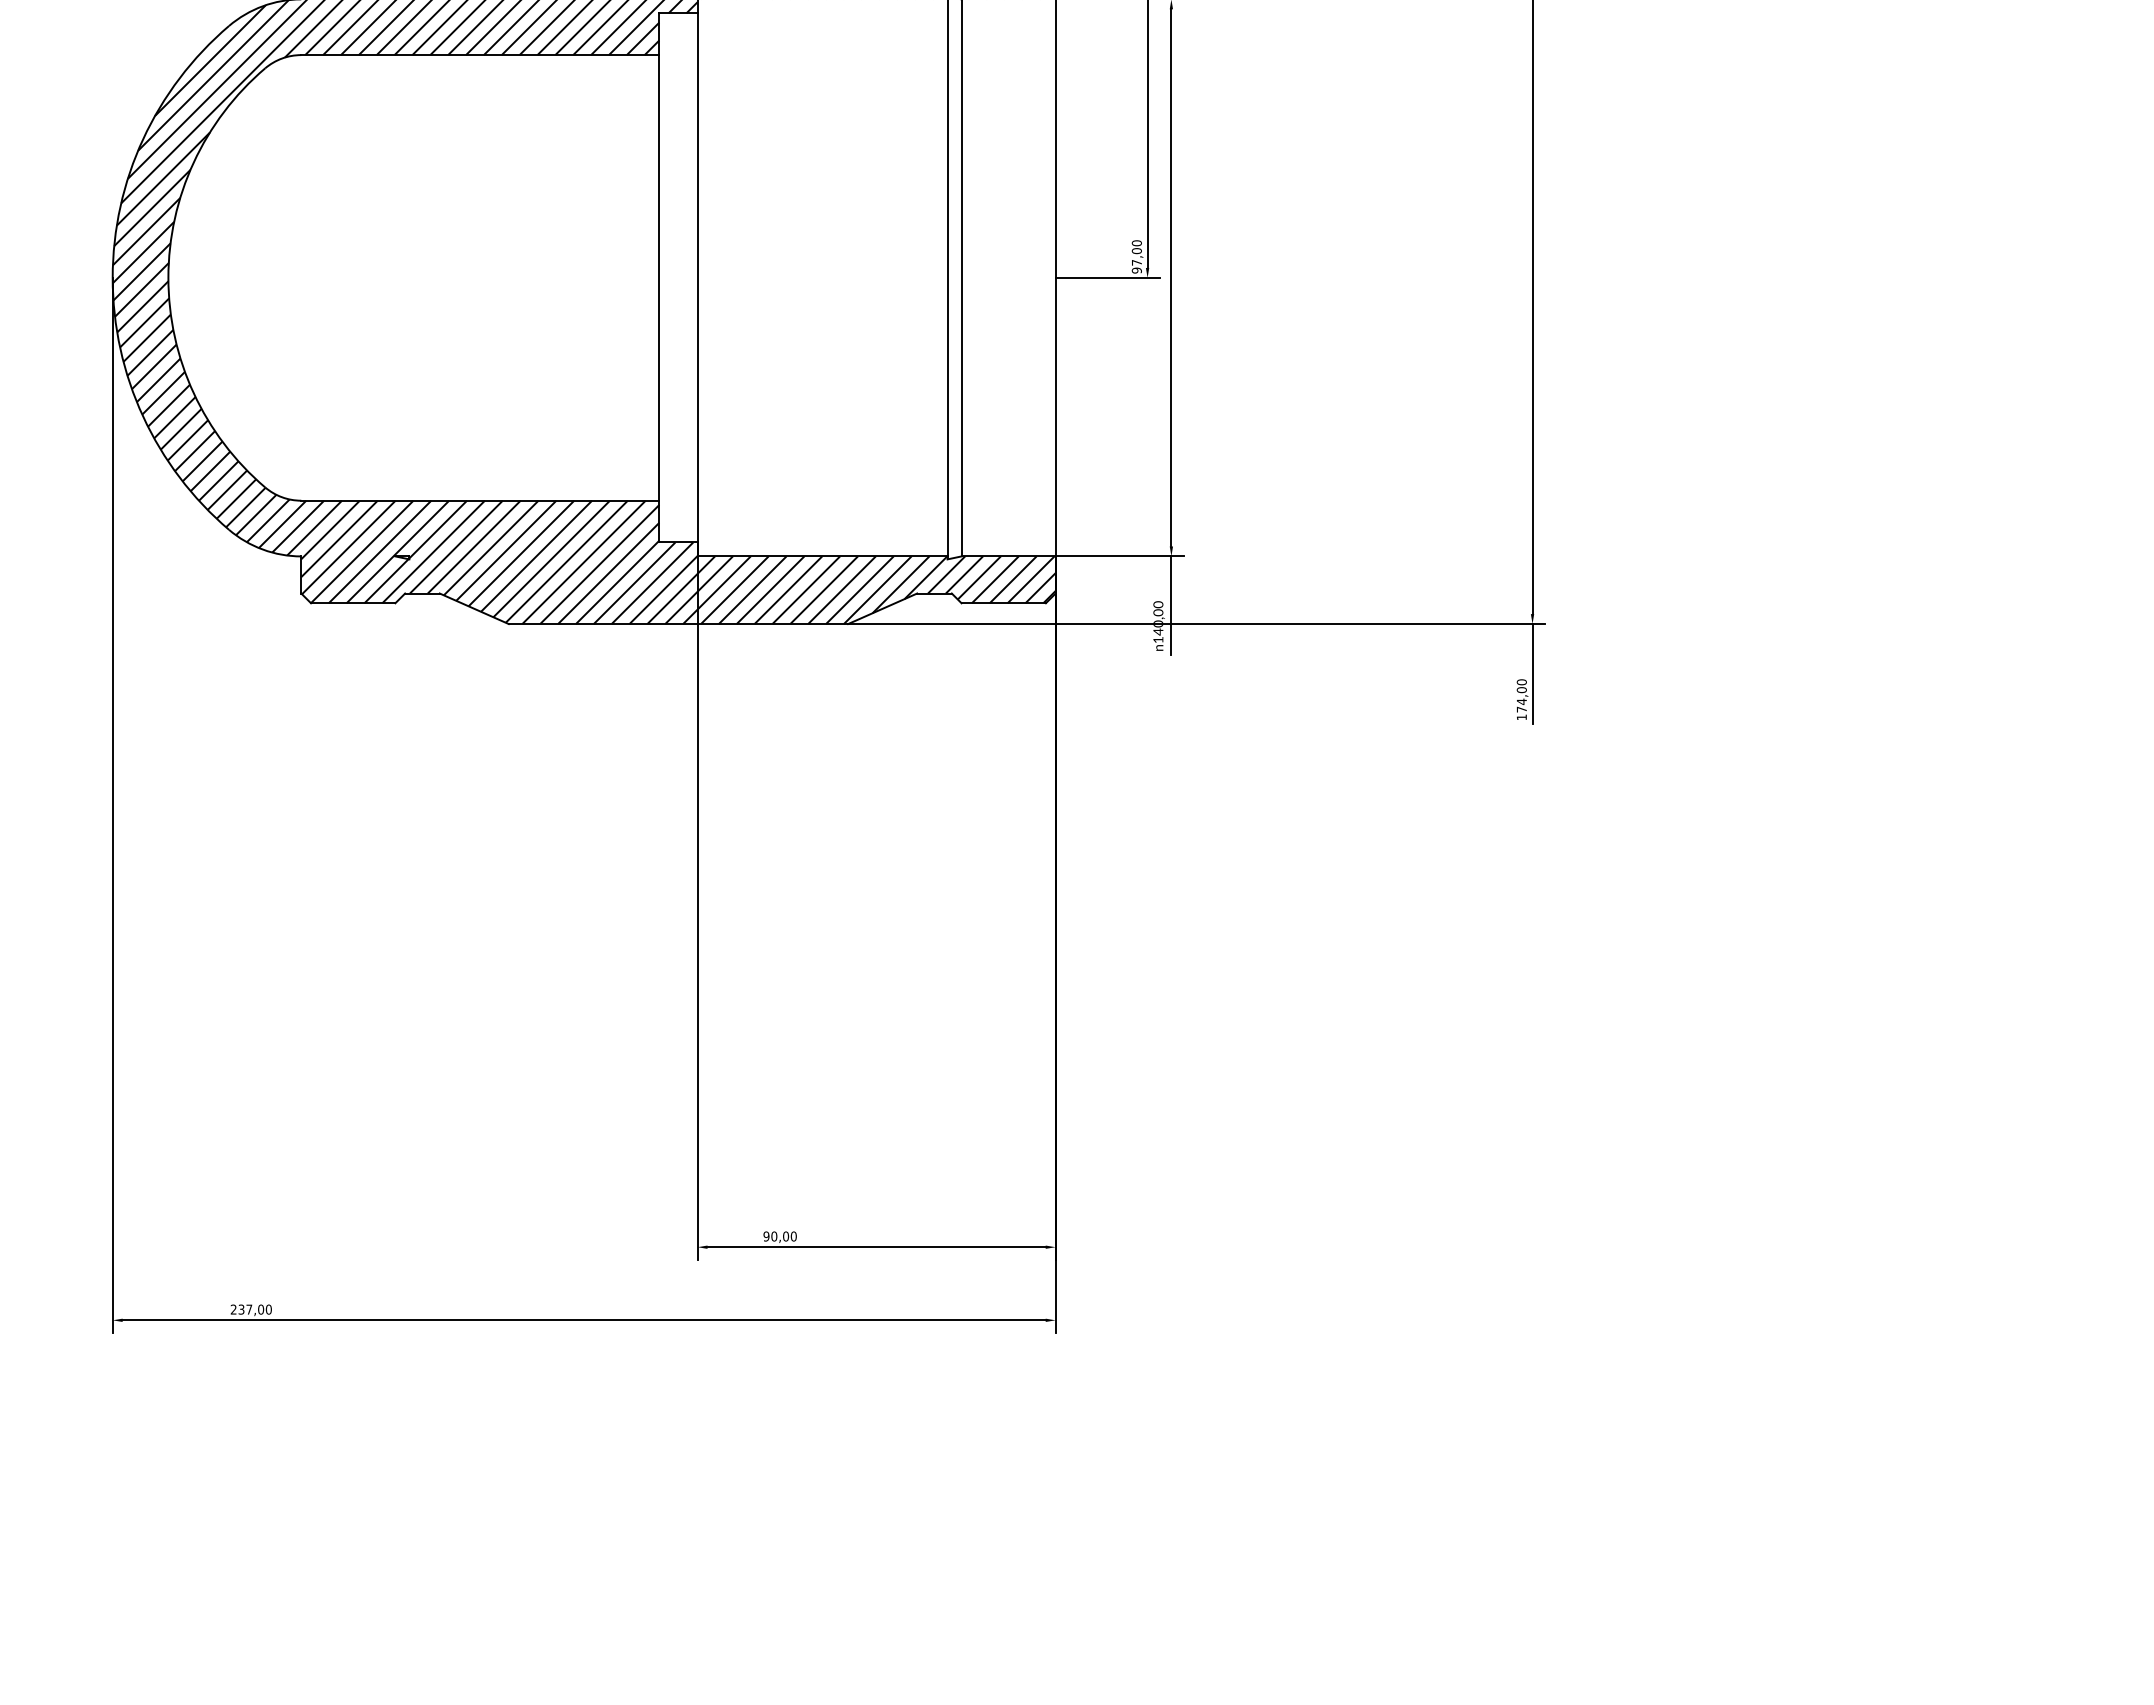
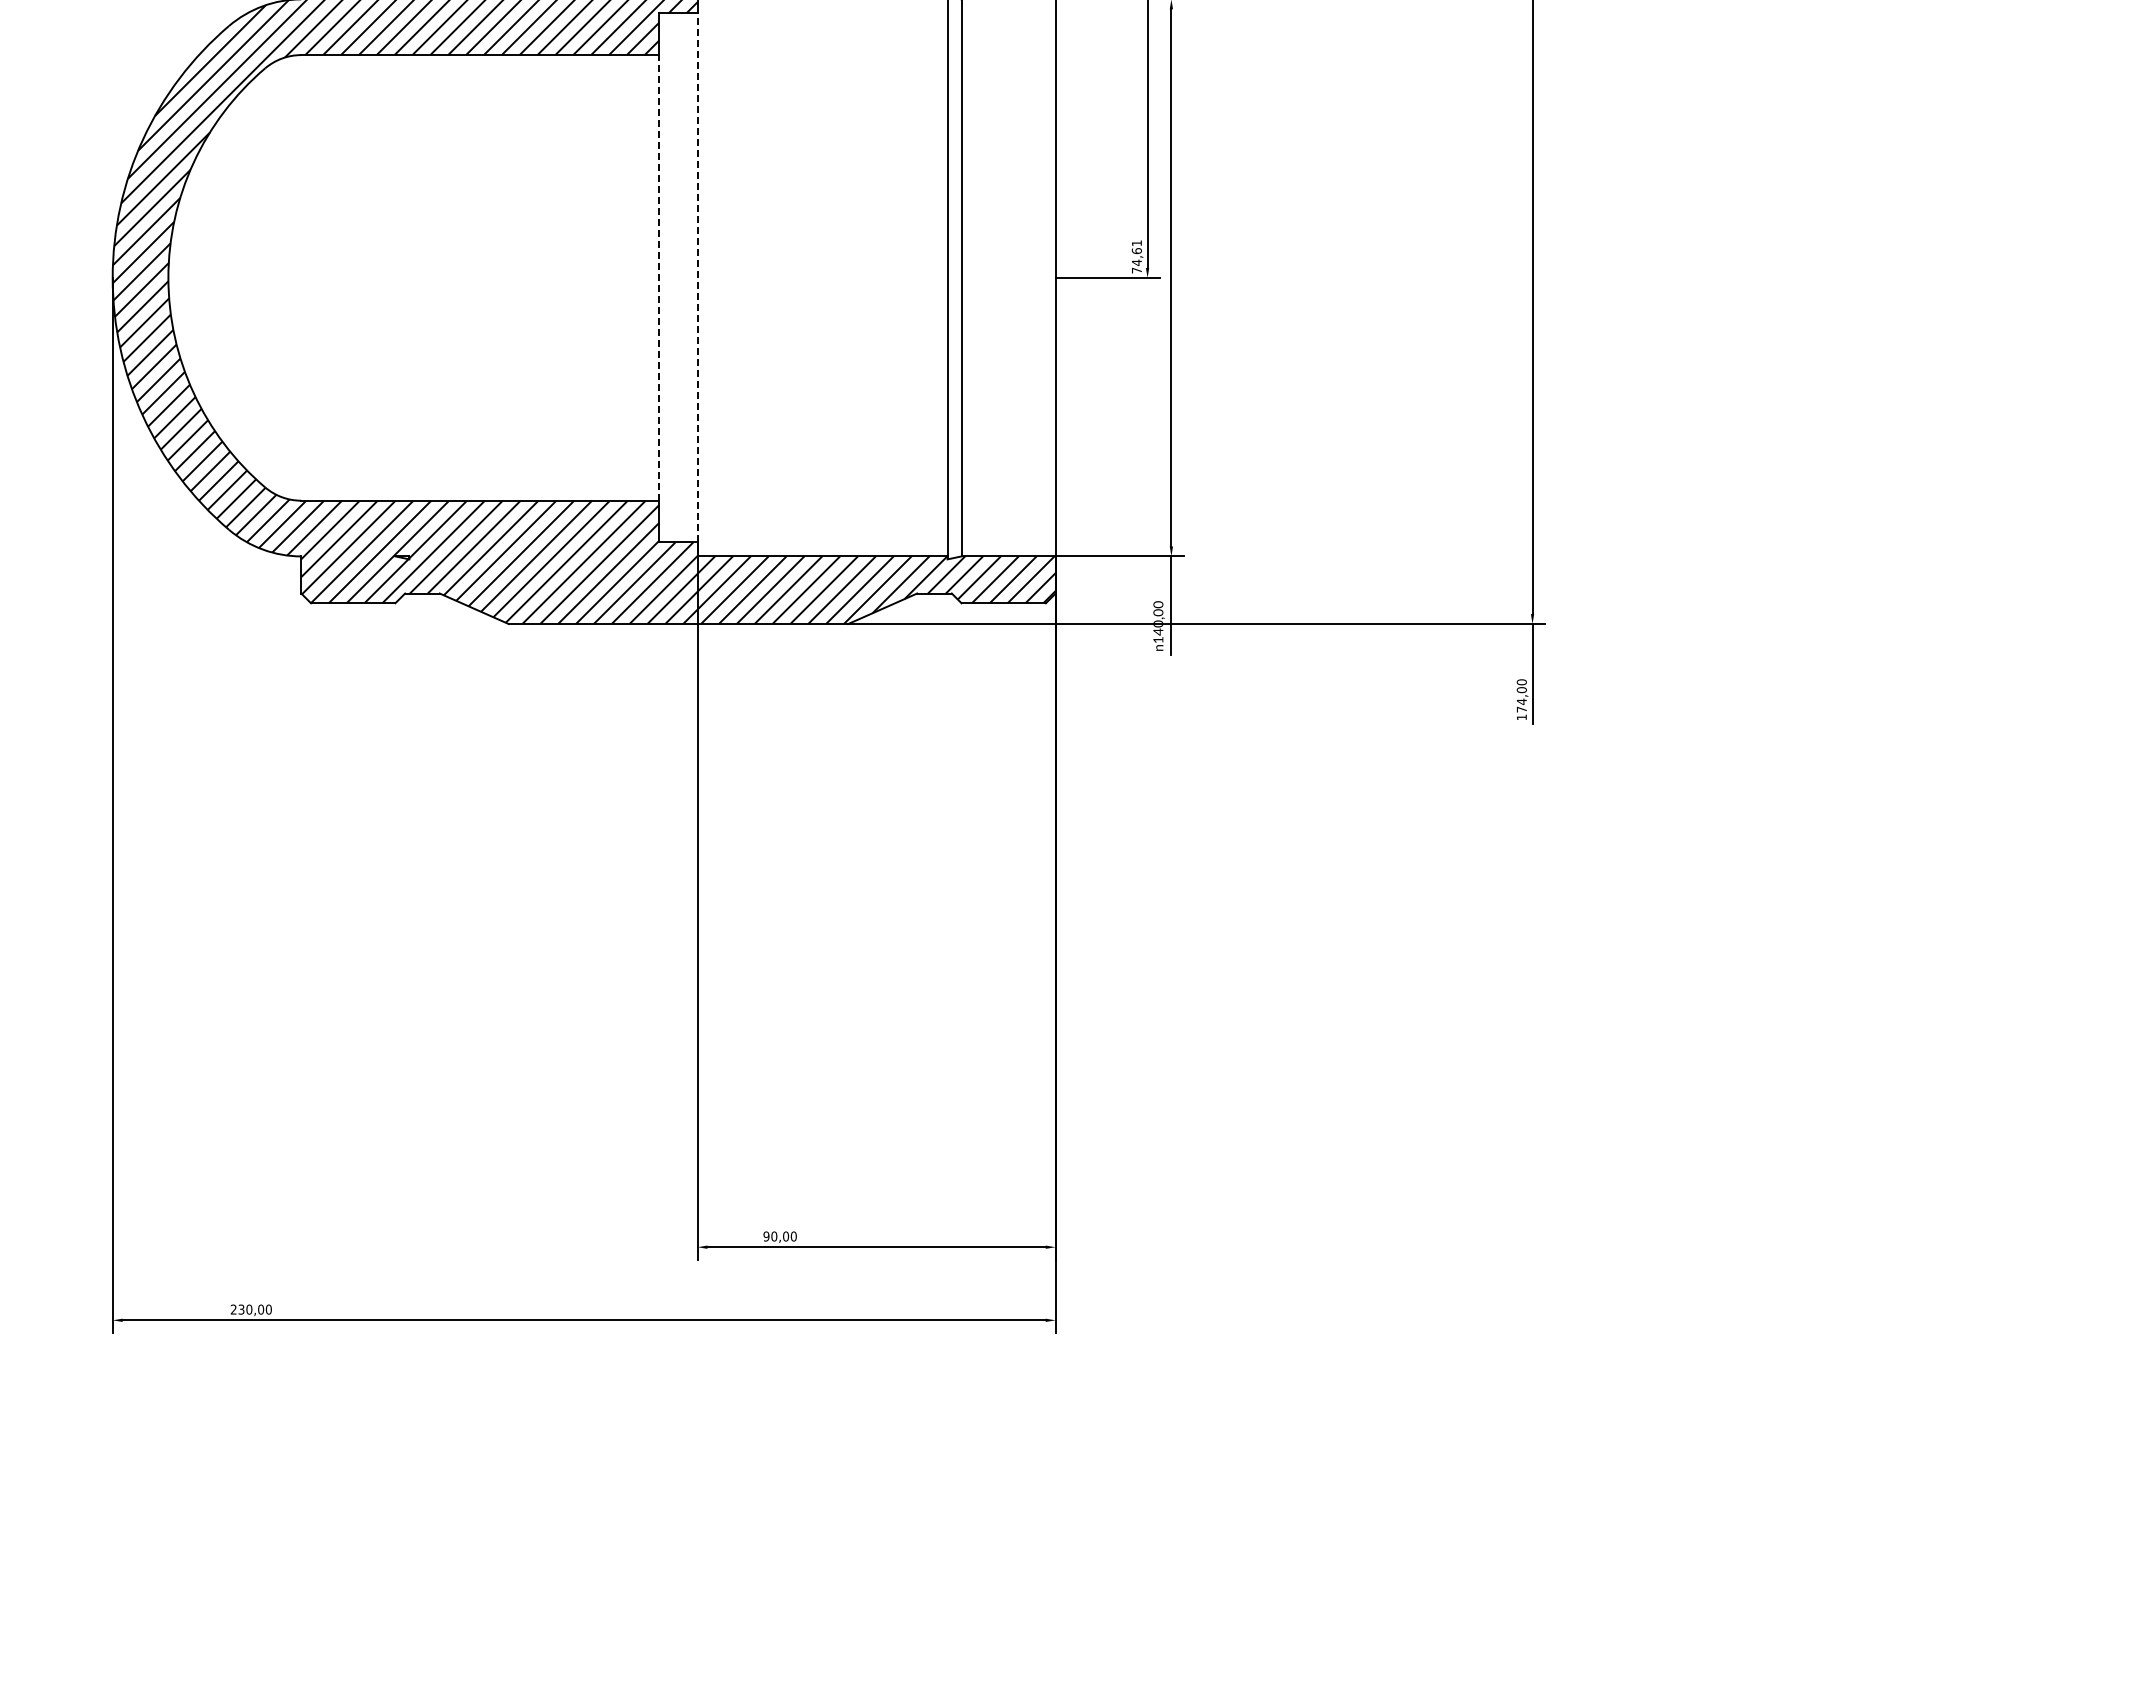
text at (1136, 256): 97,00 -> 74,61
line at (659, 277): solid -> dashed
line at (697, 277): solid -> dashed
text at (249, 1309): 237,00 -> 230,00
